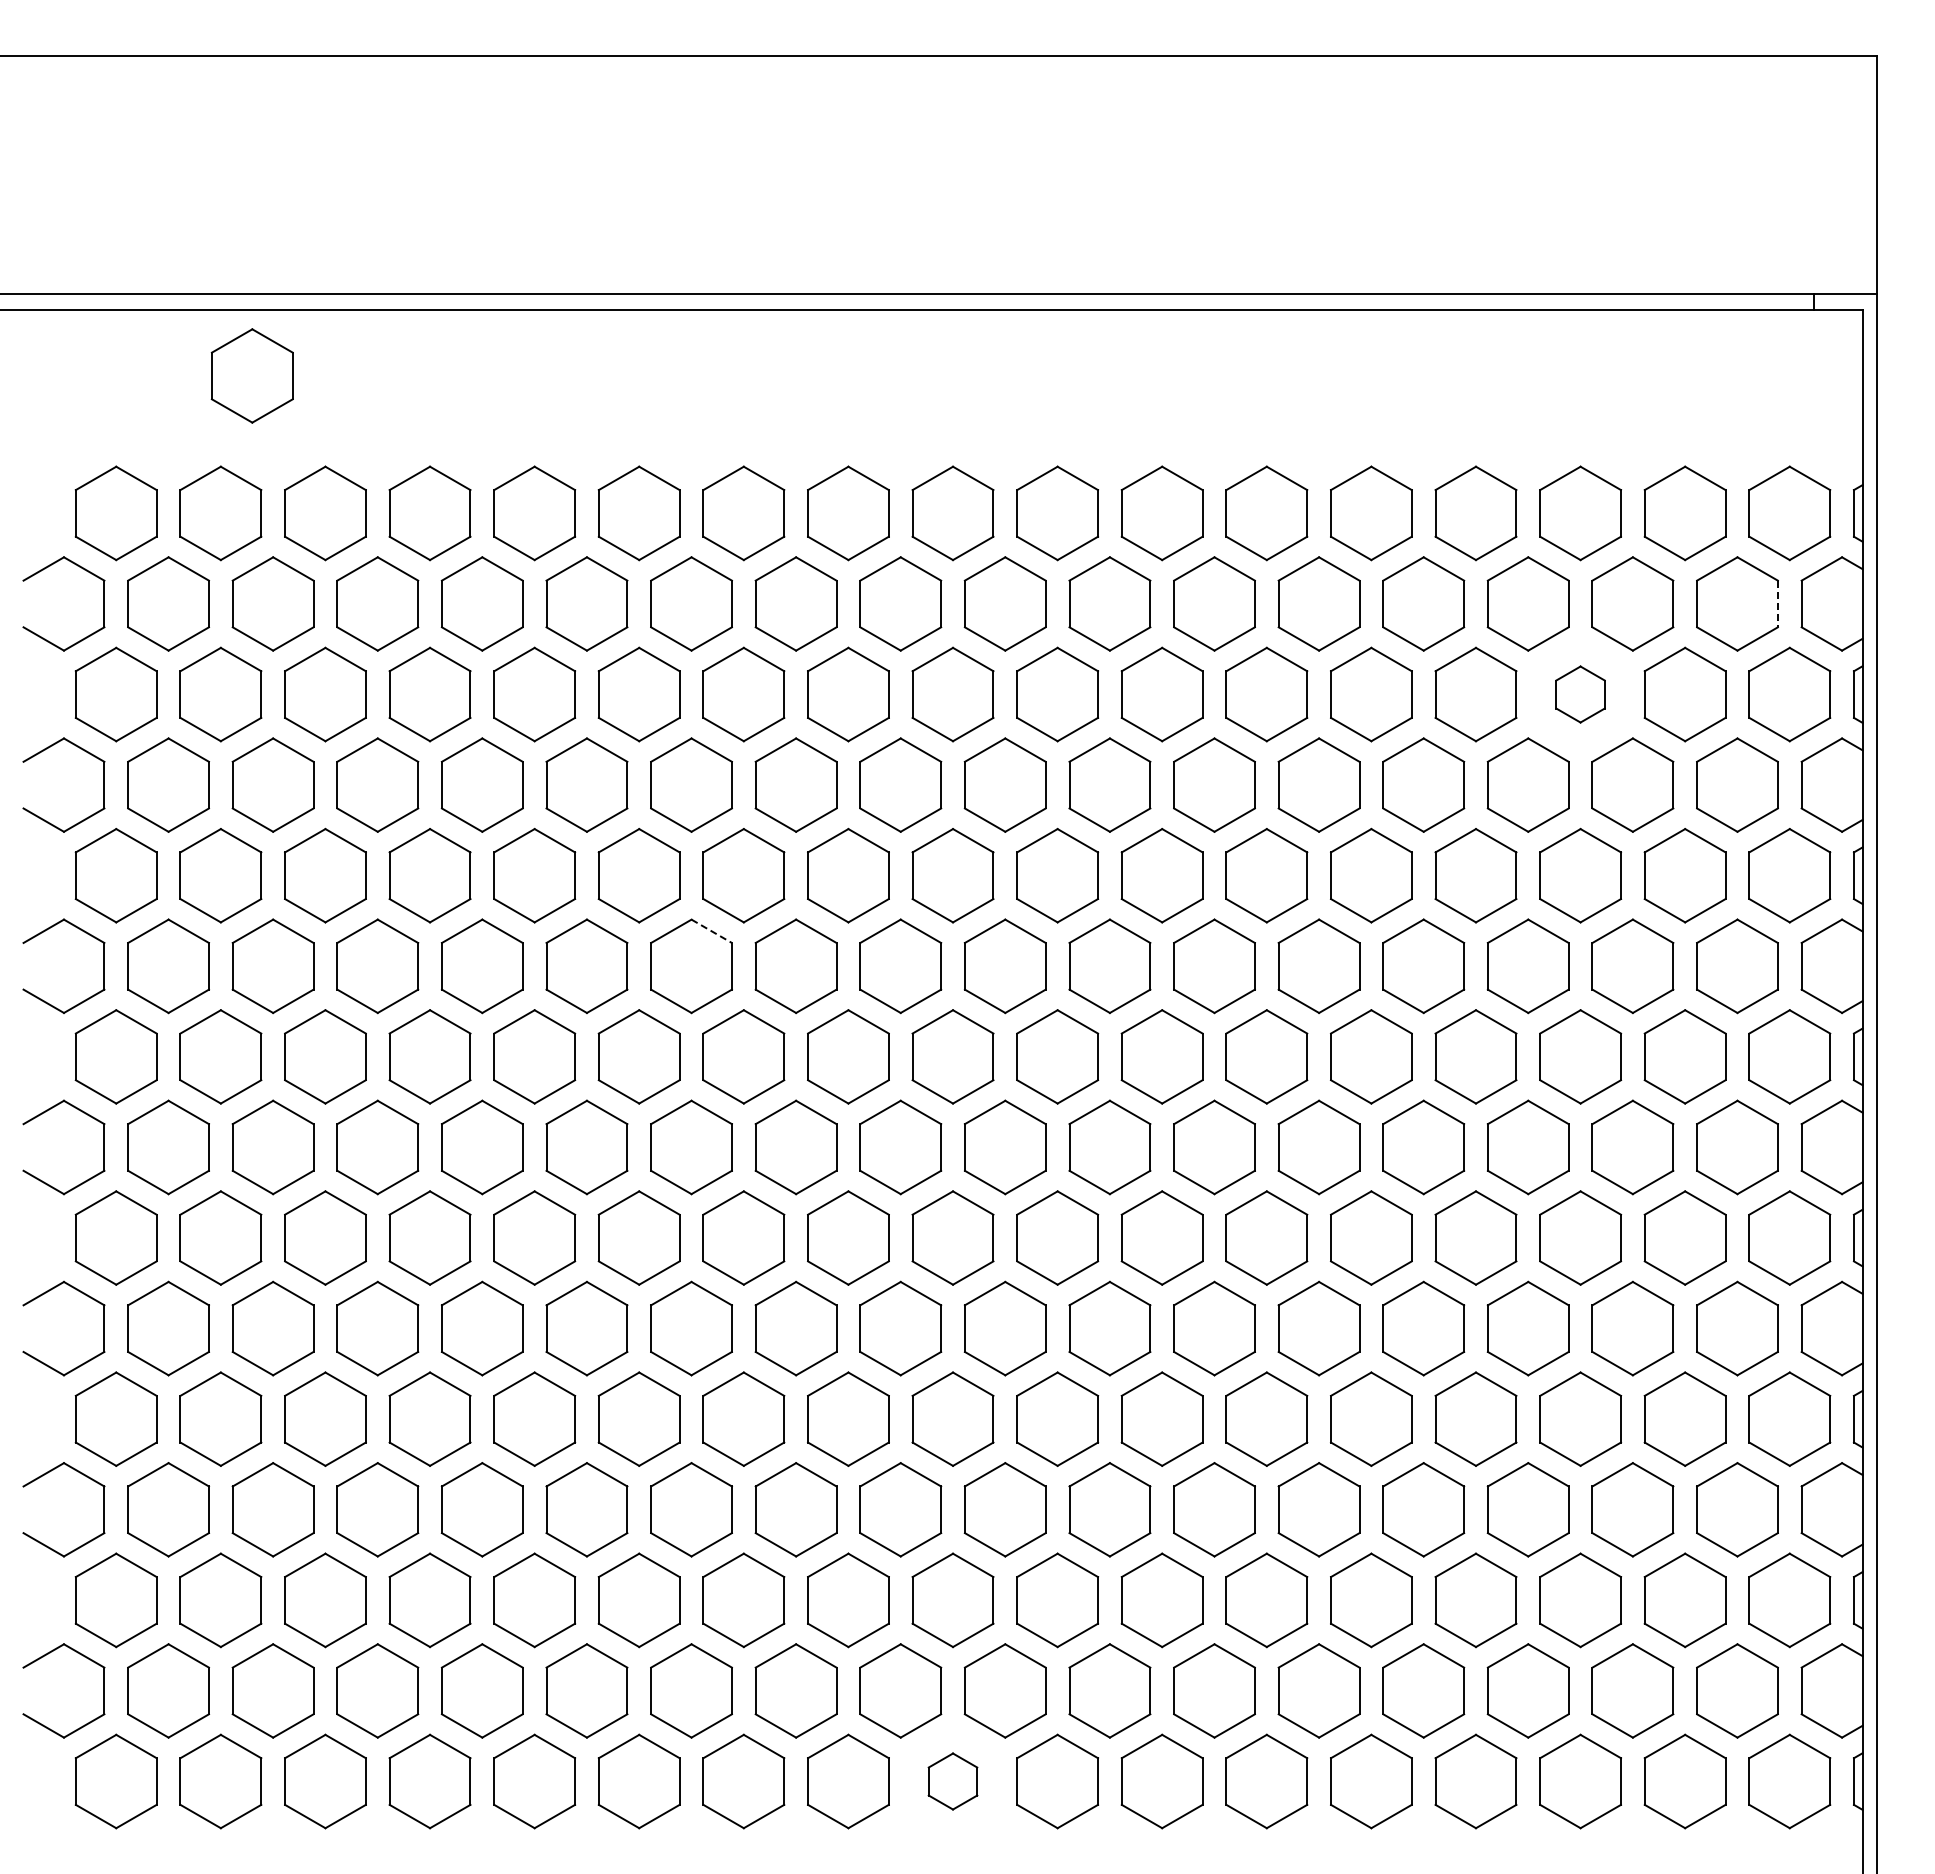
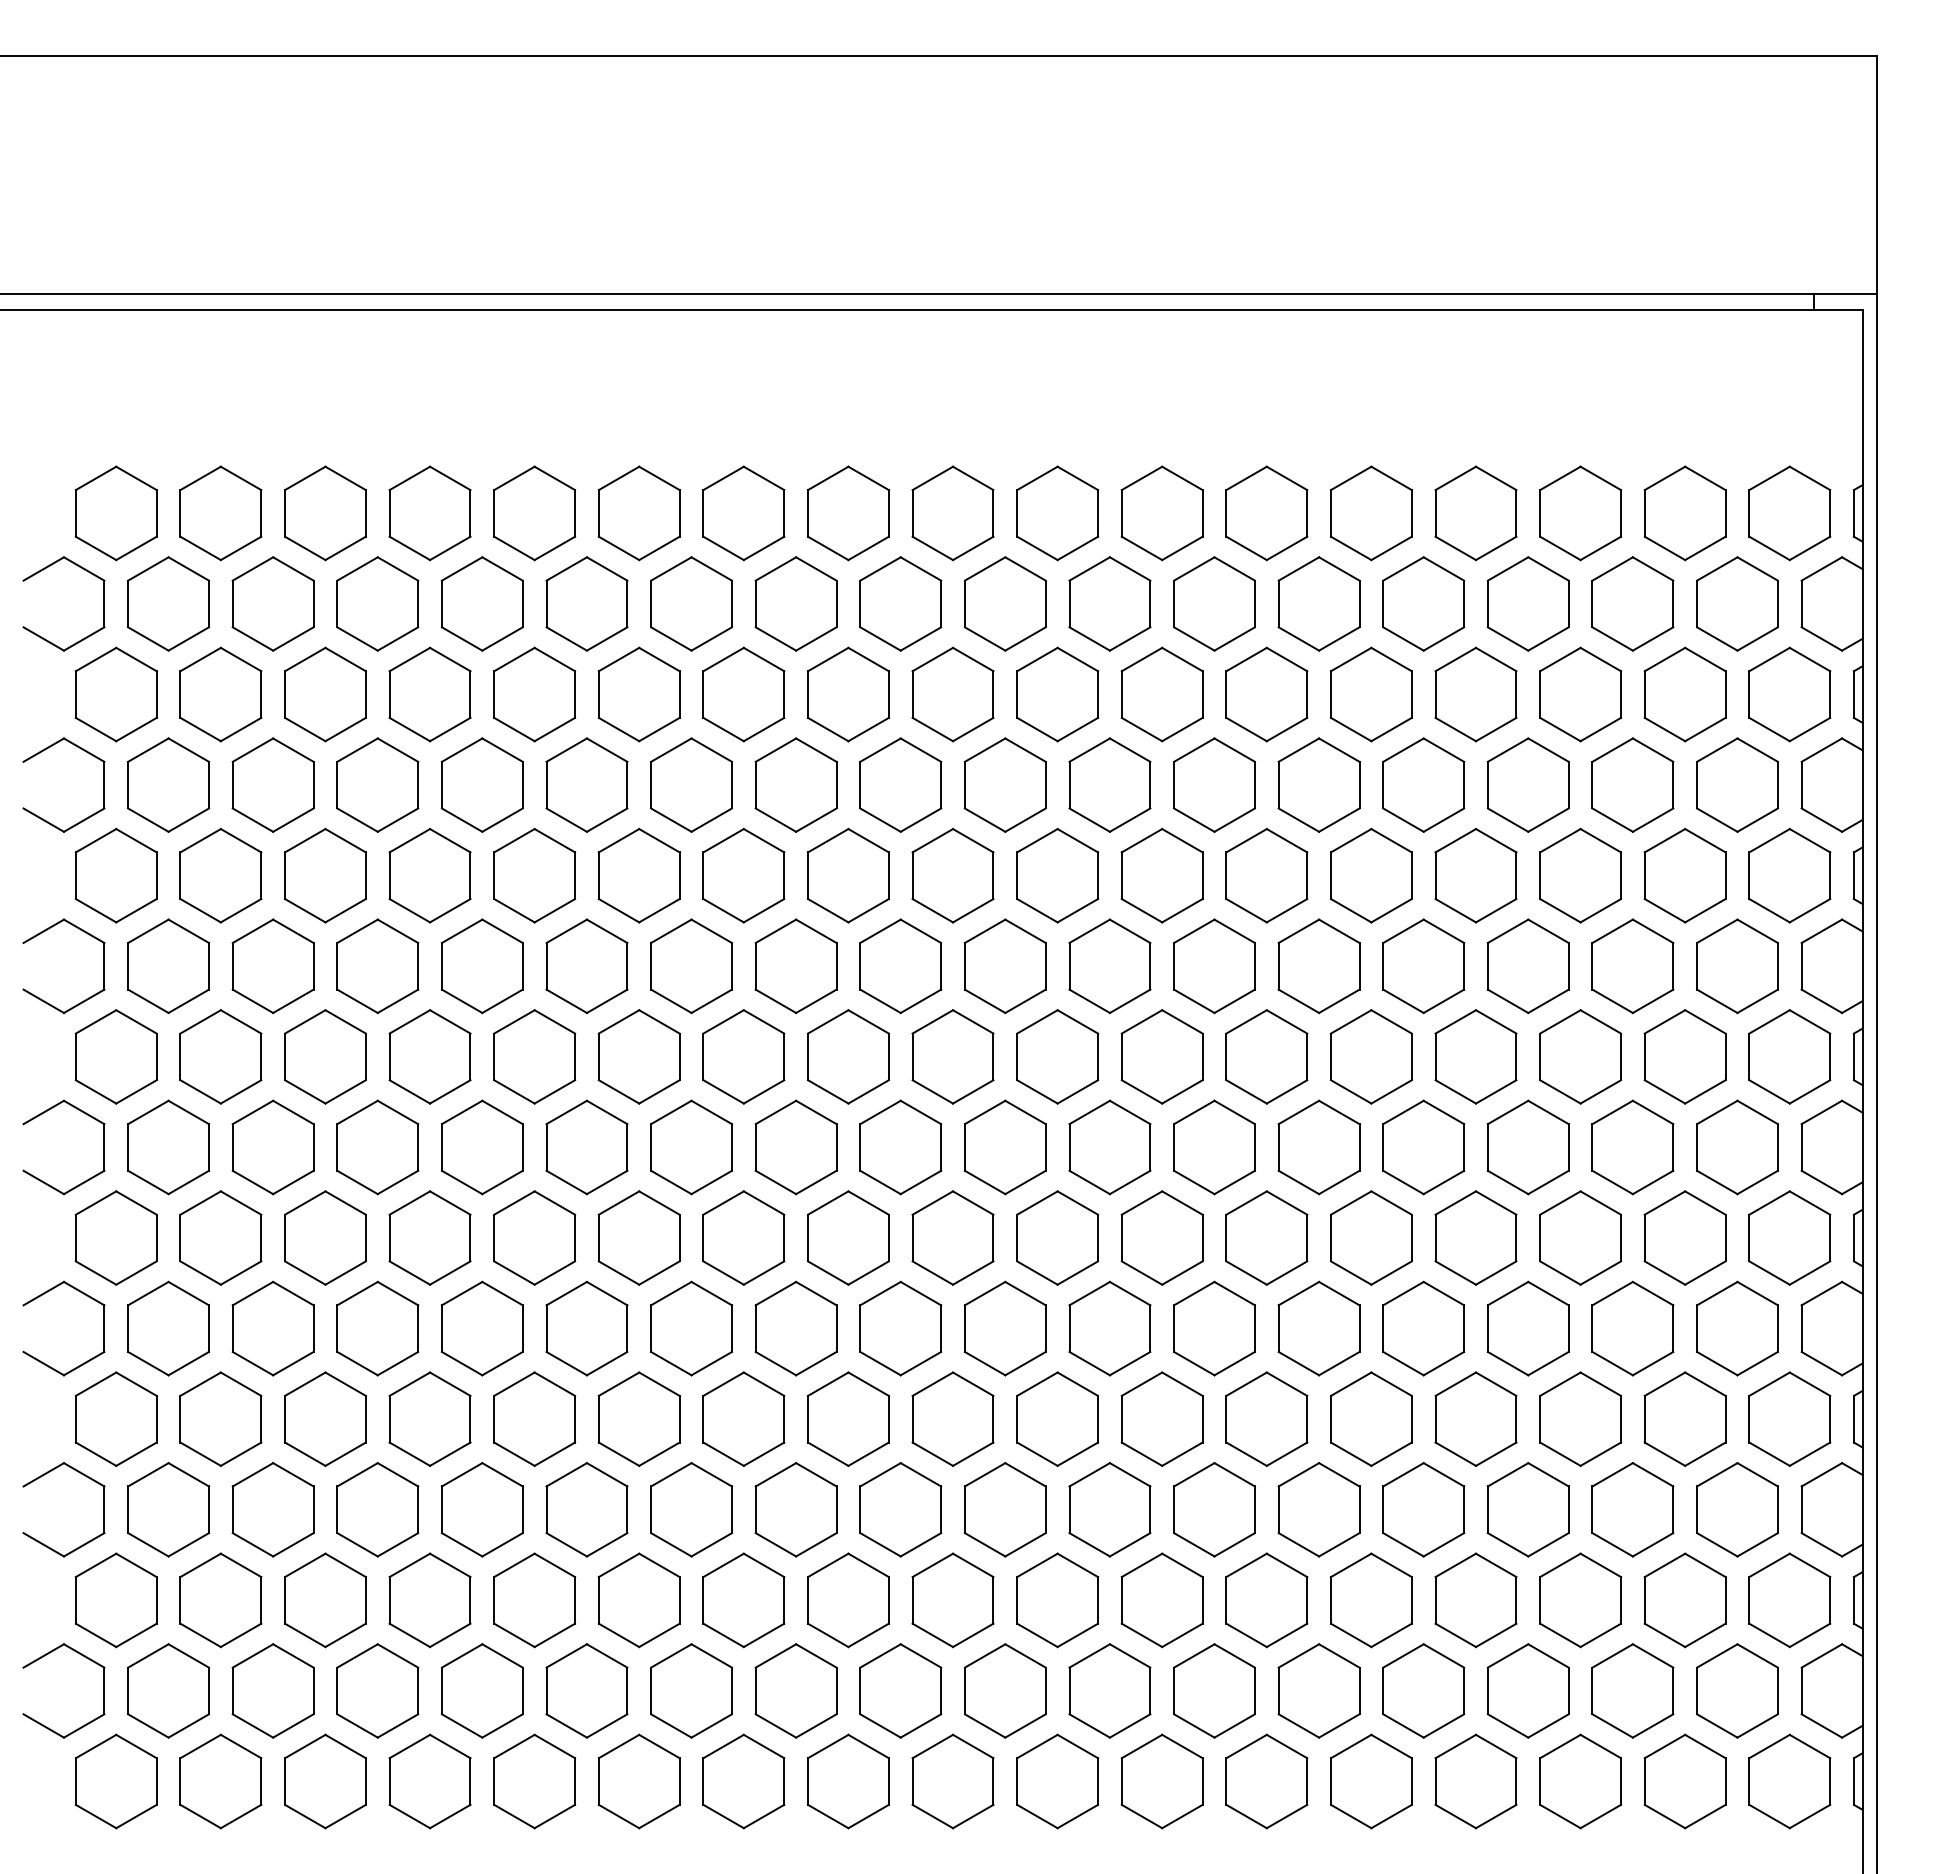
part at (251, 375): present -> none
line at (1777, 604): dashed -> solid
part at (1580, 694) size: 51x59 px -> 83x97 px
line at (712, 931): dashed -> solid
part at (952, 1781) size: 52x59 px -> 84x97 px
